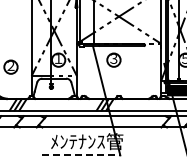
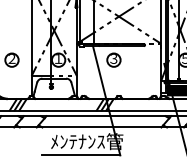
part at (10, 66) position: (10, 66) -> (11, 59)
line at (81, 155): dashed -> solid
